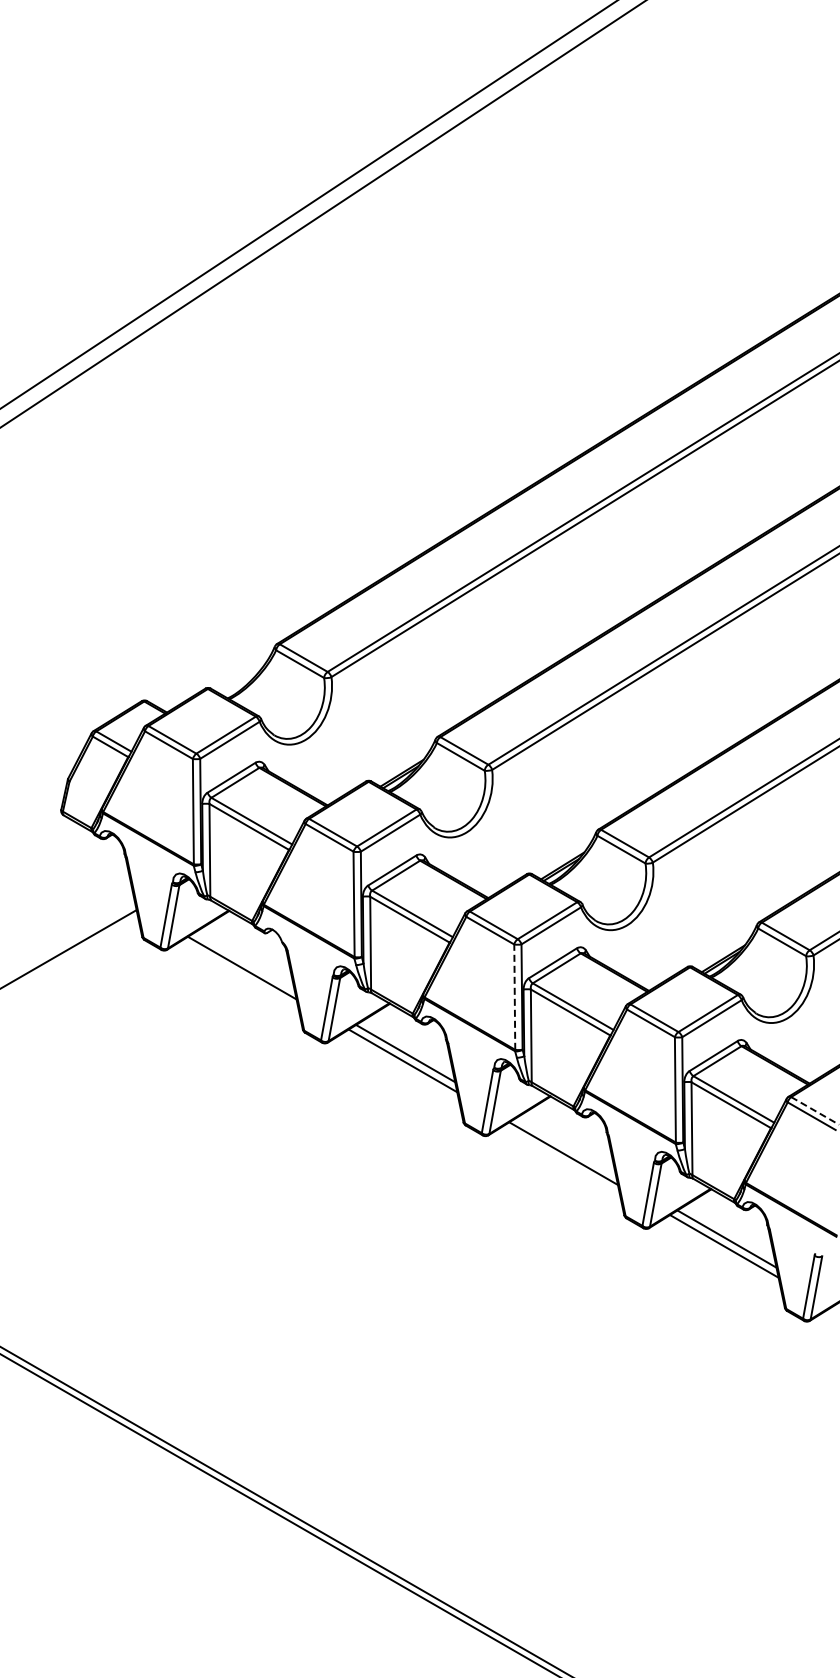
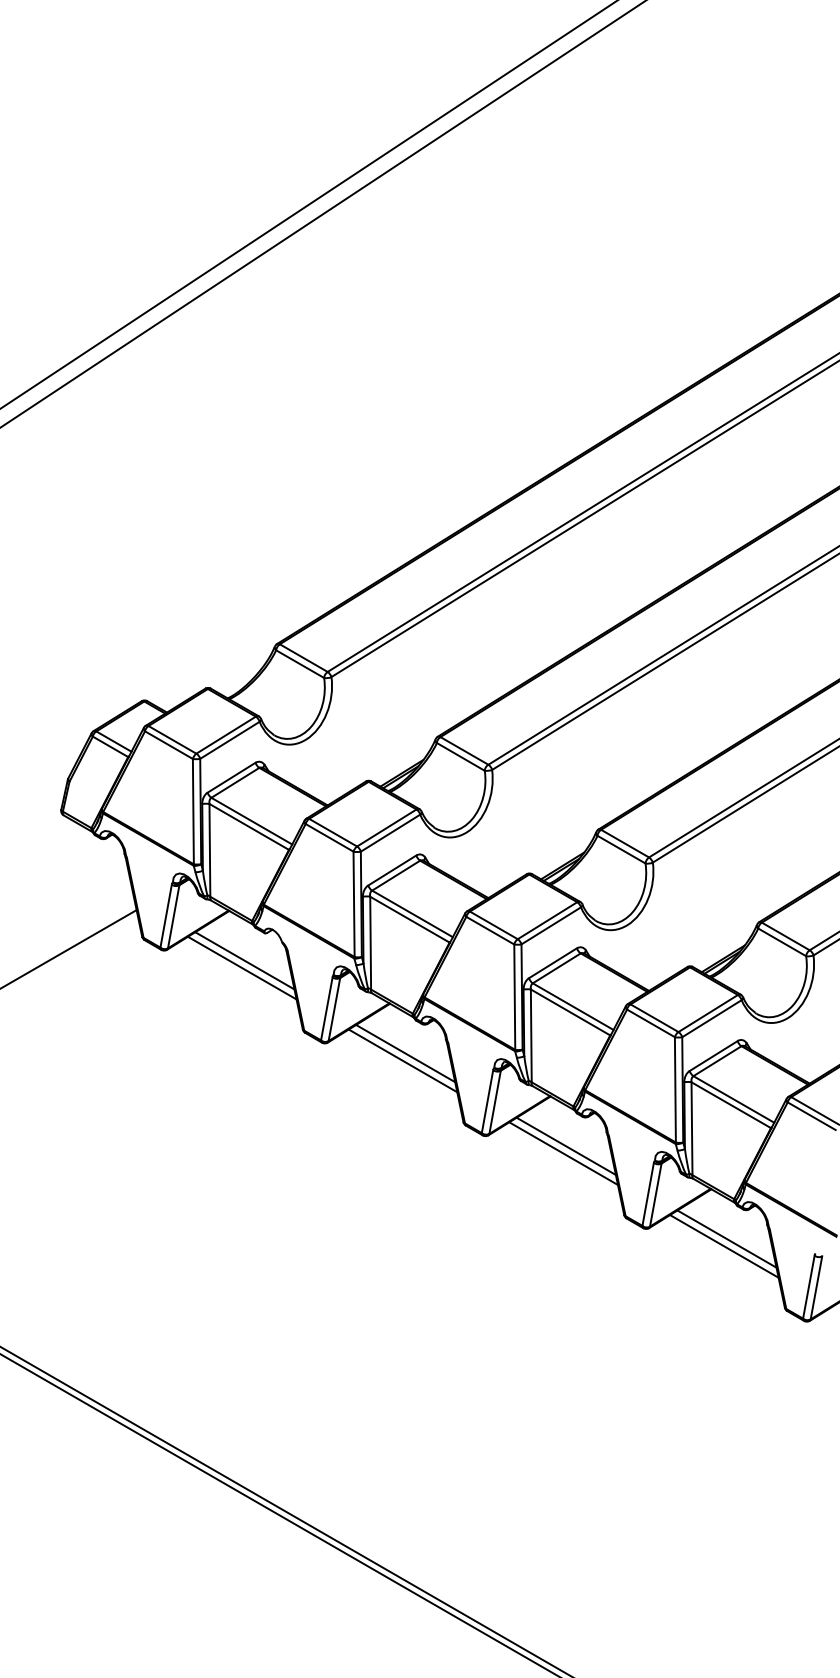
line at (244, 960): none -> present
line at (514, 997): dashed -> solid
line at (815, 1110): dashed -> solid
line at (565, 1146): none -> present
